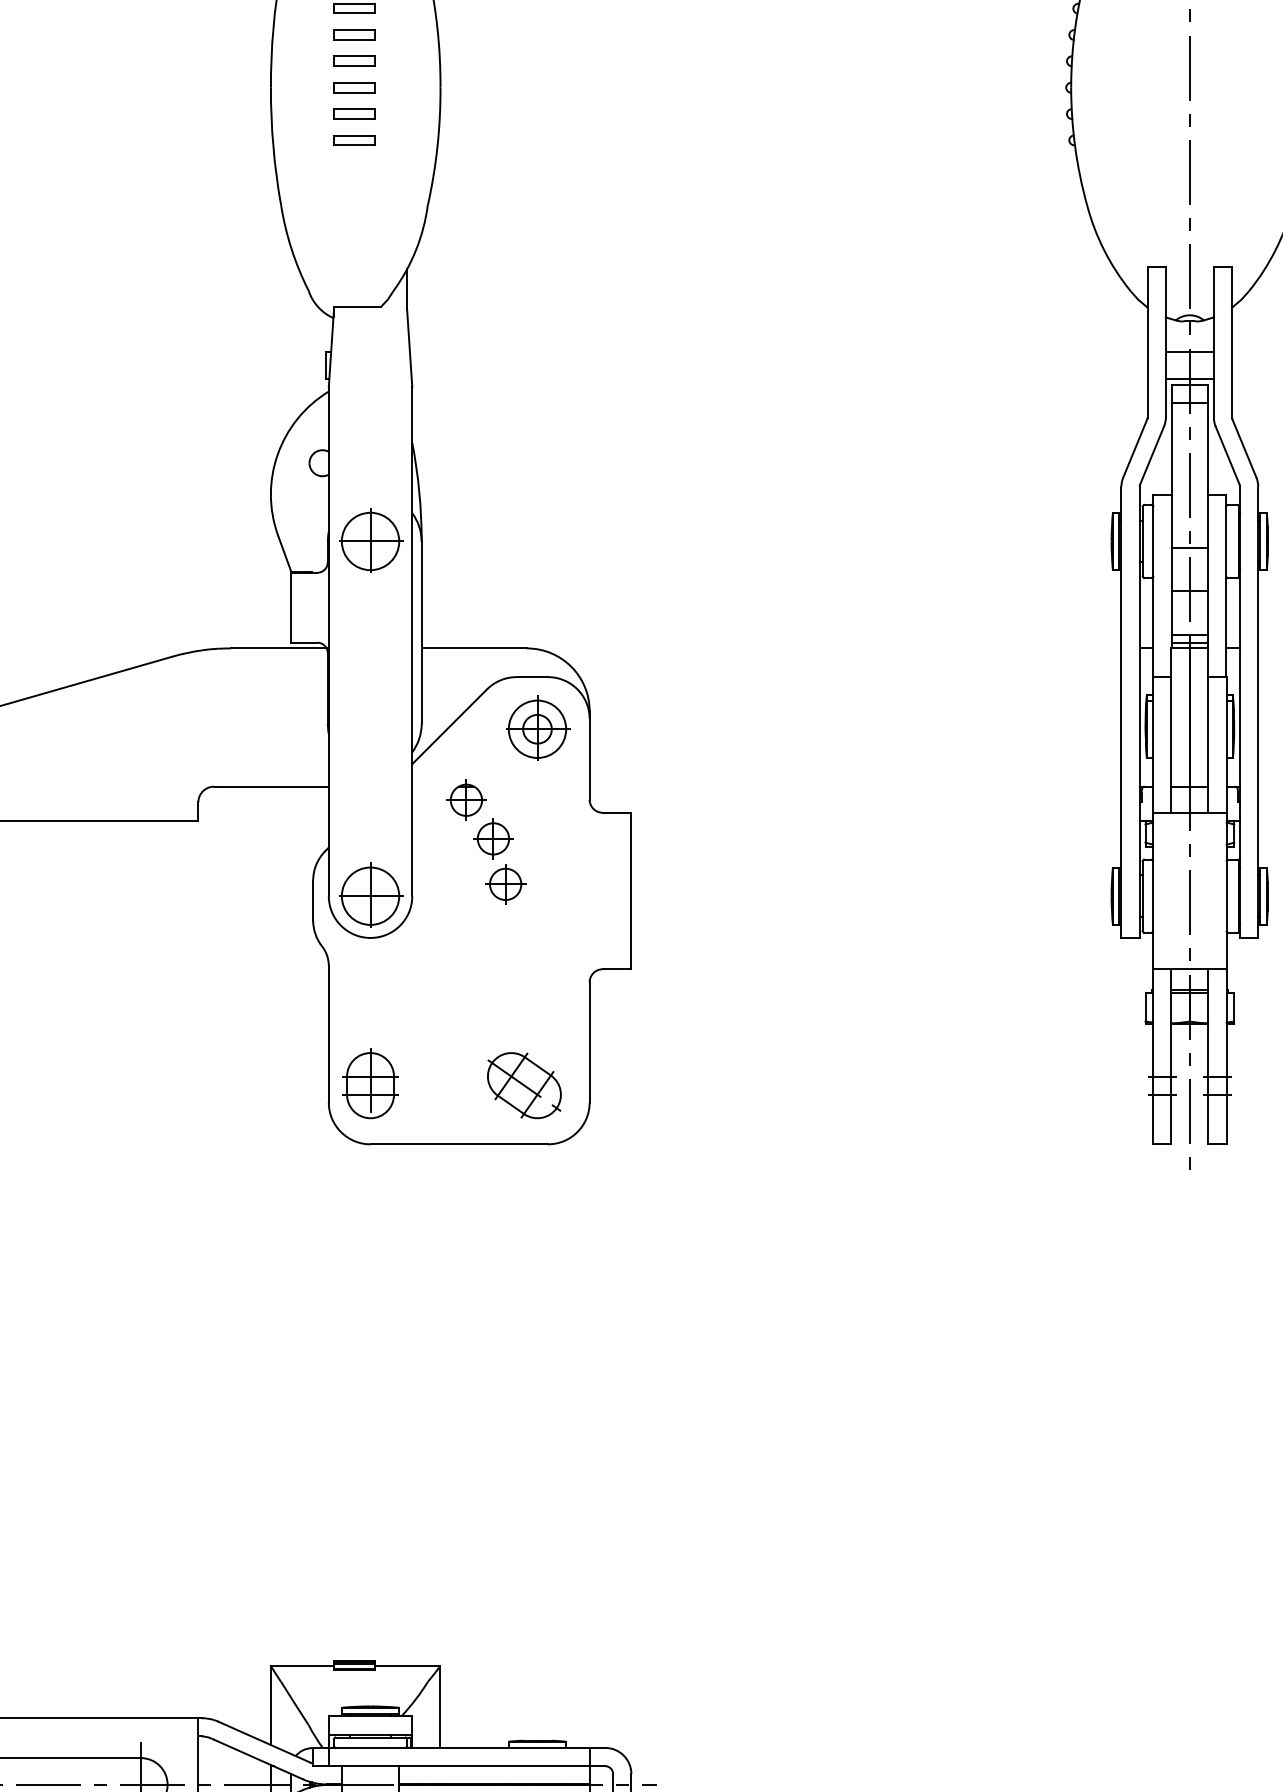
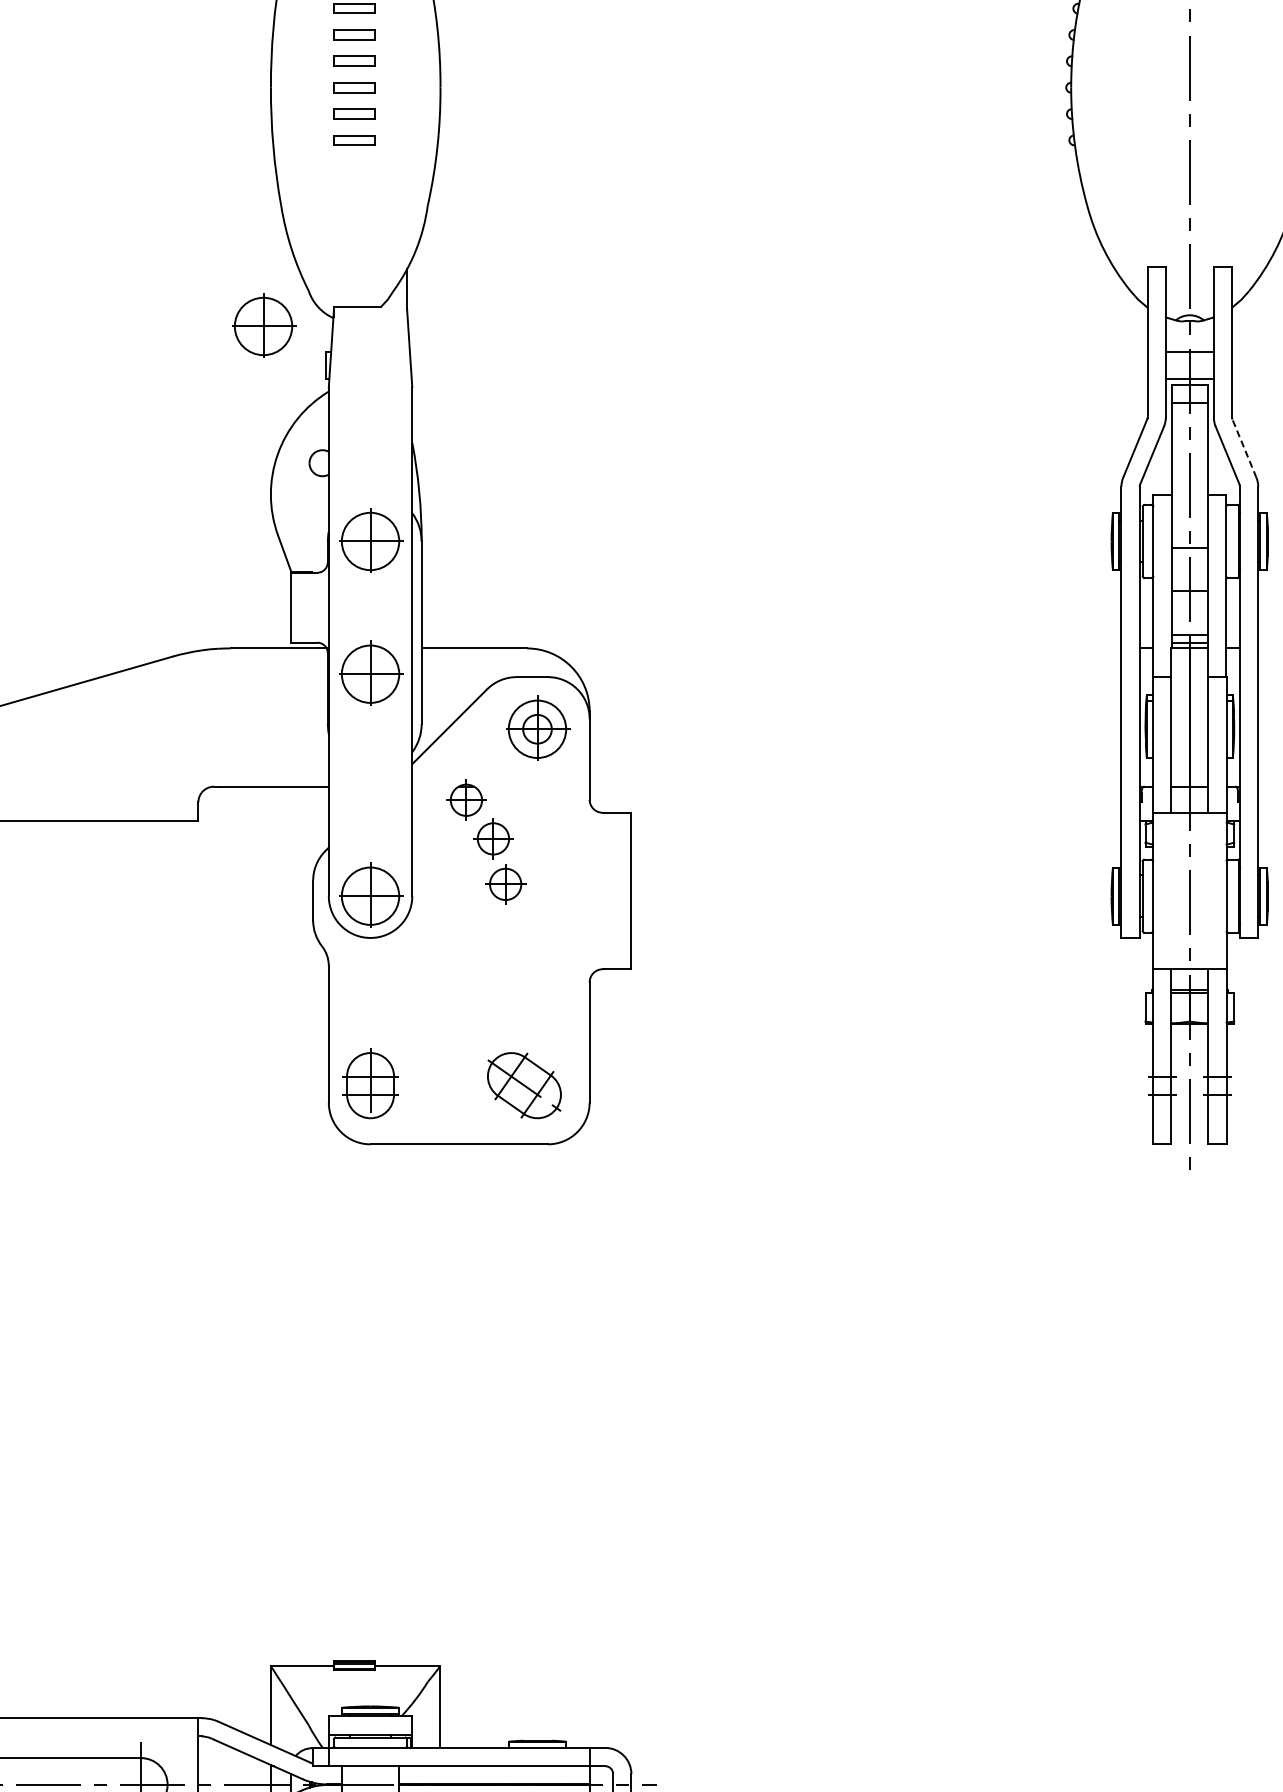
part at (264, 325): none -> present
line at (1244, 448): solid -> dashed
part at (371, 672): none -> present
